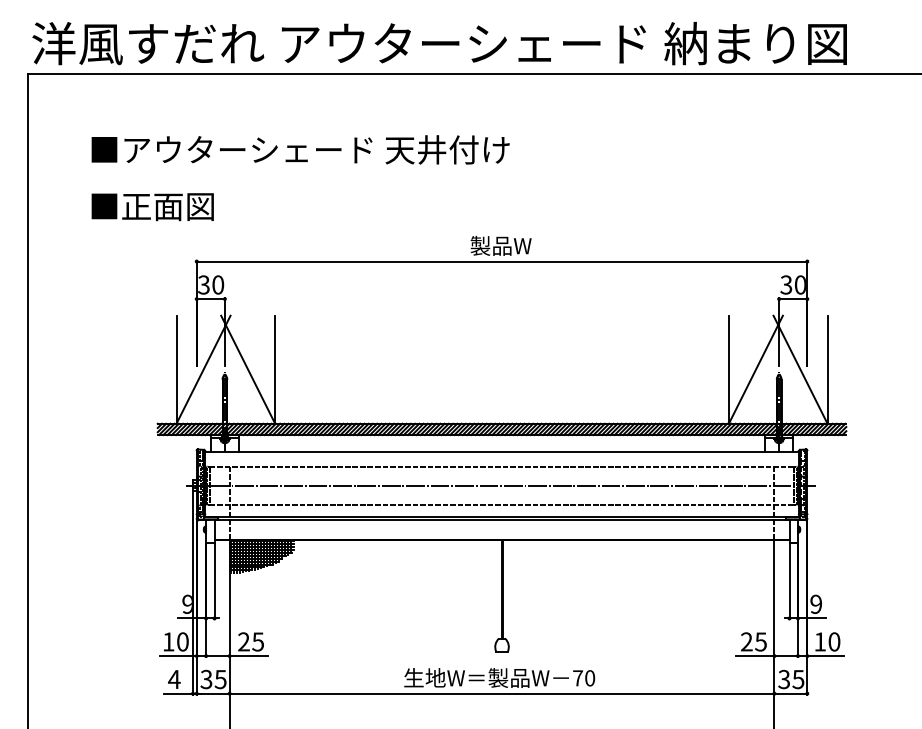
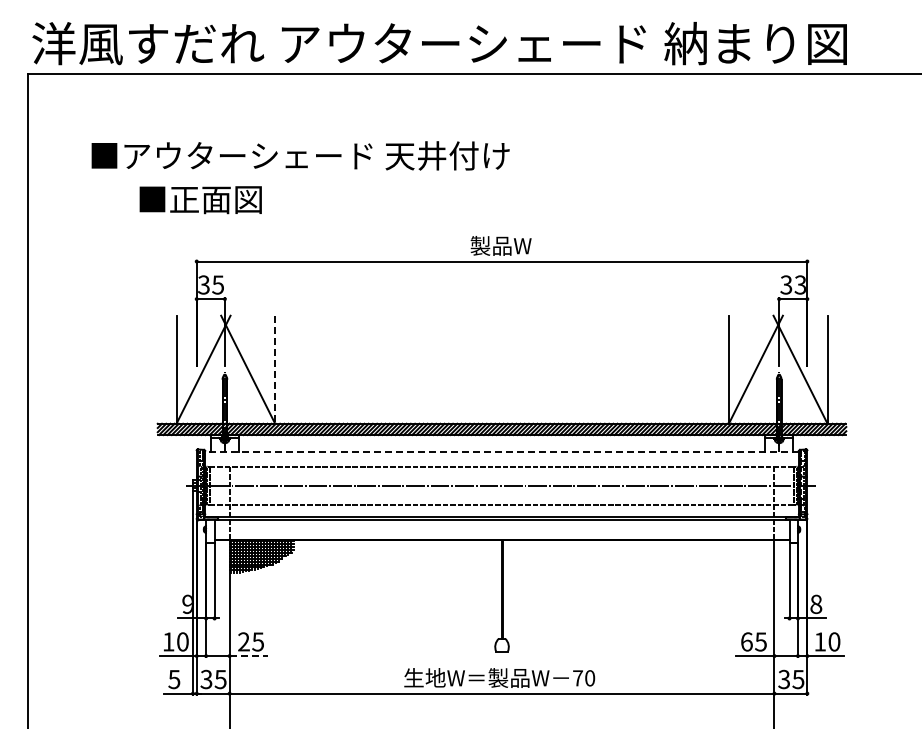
text at (300, 149) position: (300, 149) -> (300, 155)
text at (152, 207) position: (152, 207) -> (200, 200)
text at (218, 284): 30 -> 35
text at (799, 284): 30 -> 33
line at (275, 370): solid -> dashed
line at (502, 451): solid -> dashed
text at (816, 603): 9 -> 8
text at (746, 641): 25 -> 65
line at (248, 656): solid -> dashed
text at (174, 679): 4 -> 5
